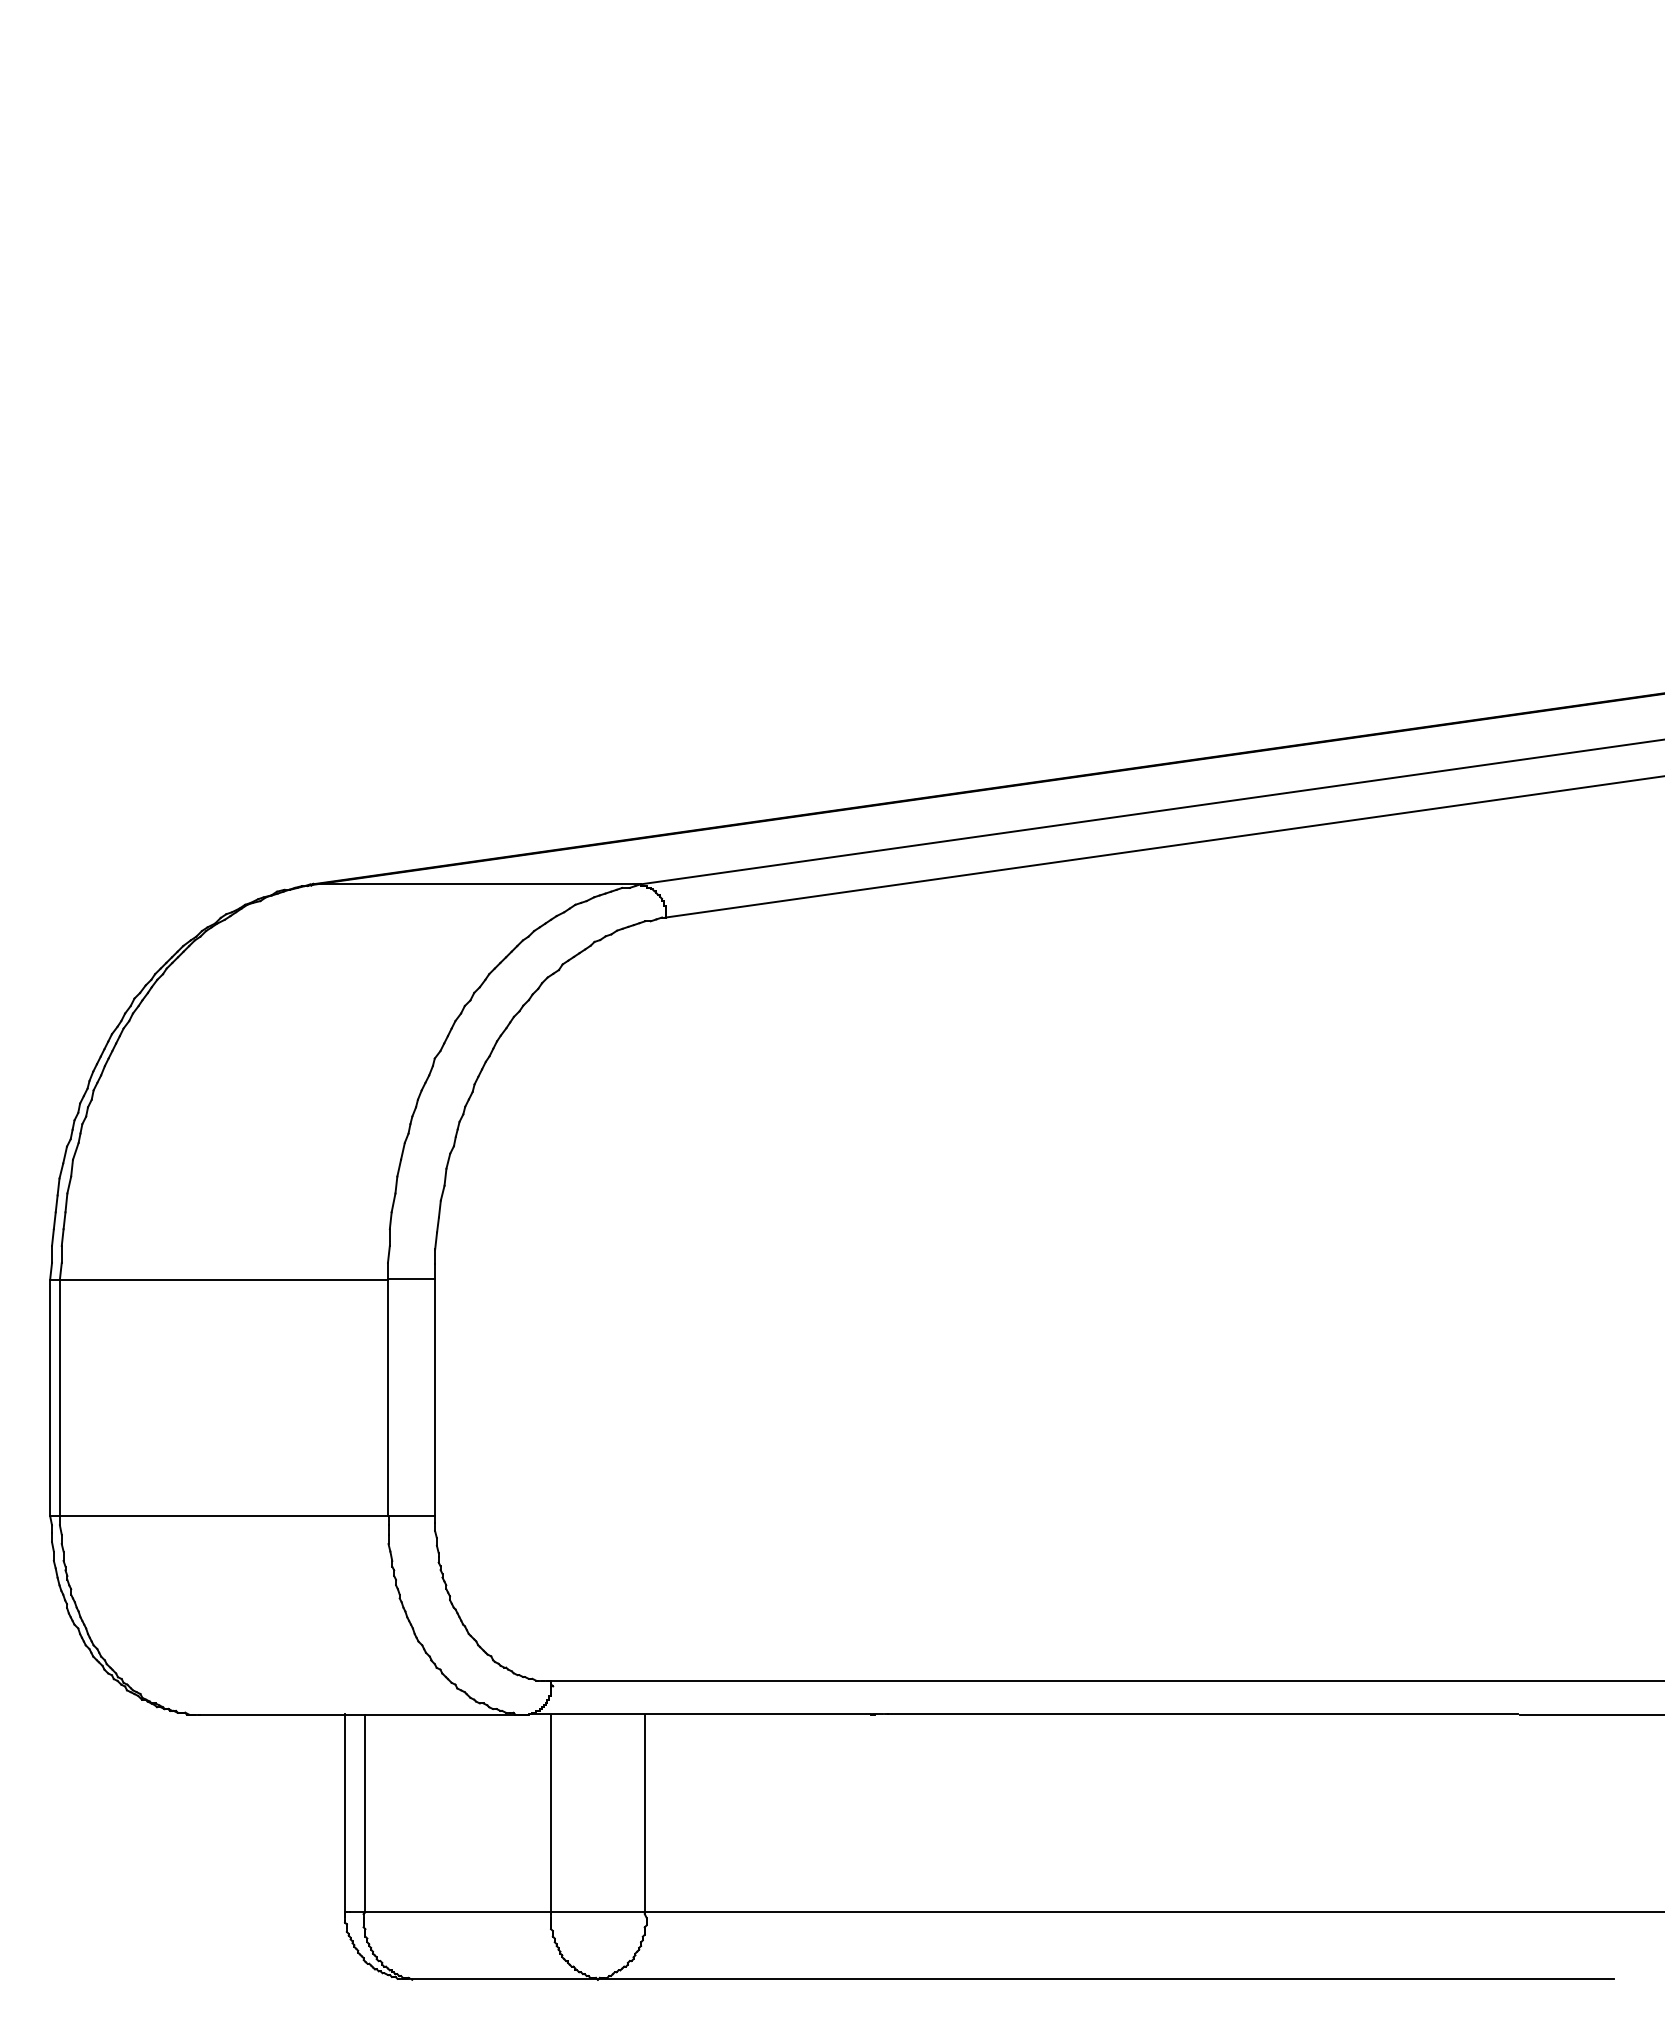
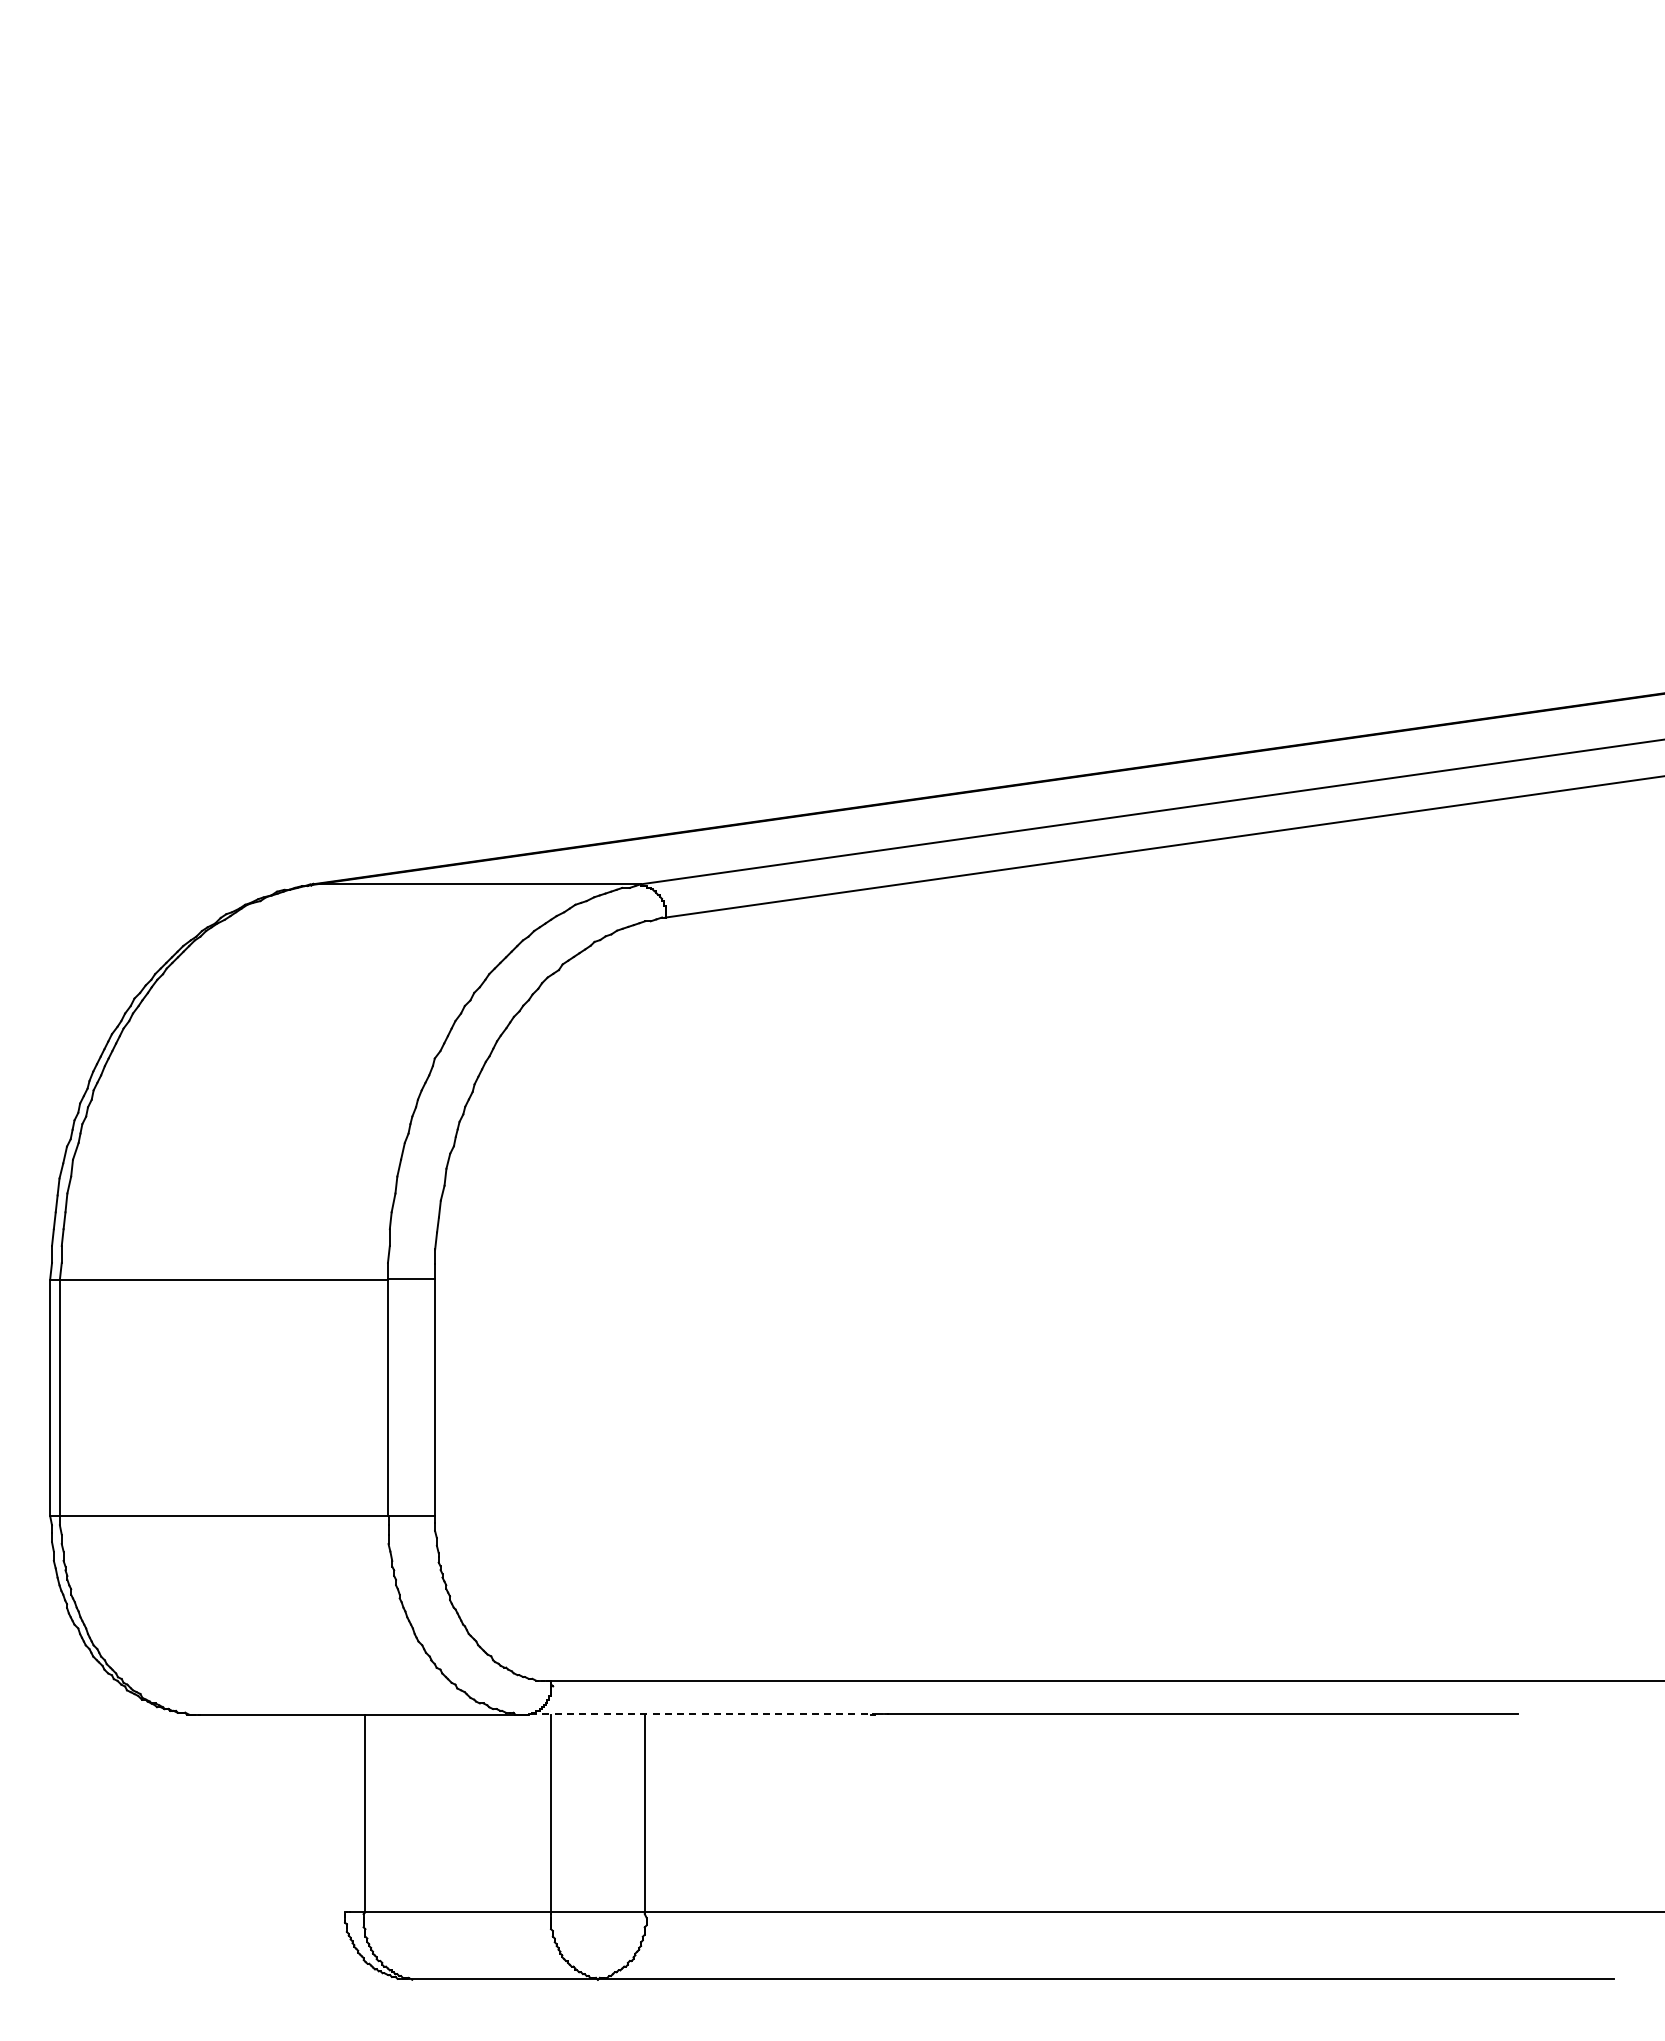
line at (700, 1713): solid -> dashed
line at (1590, 1714): present -> none
line at (345, 1813): present -> none
